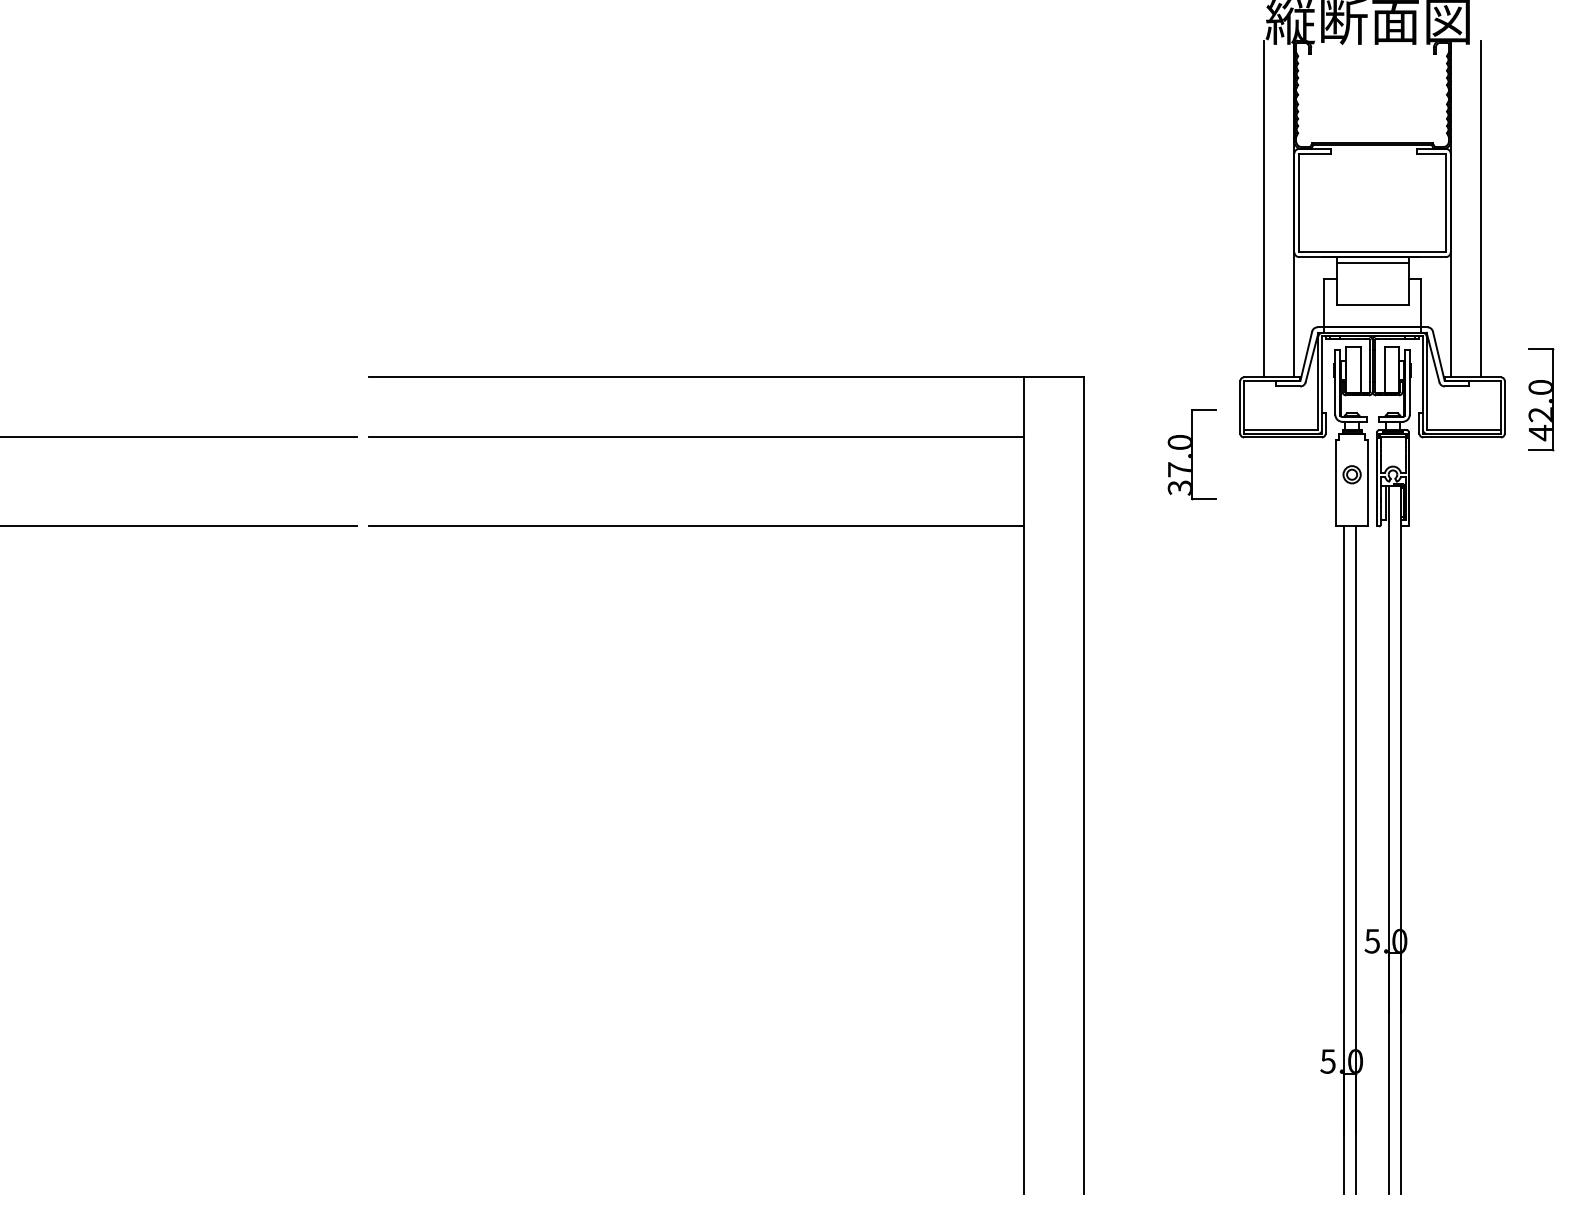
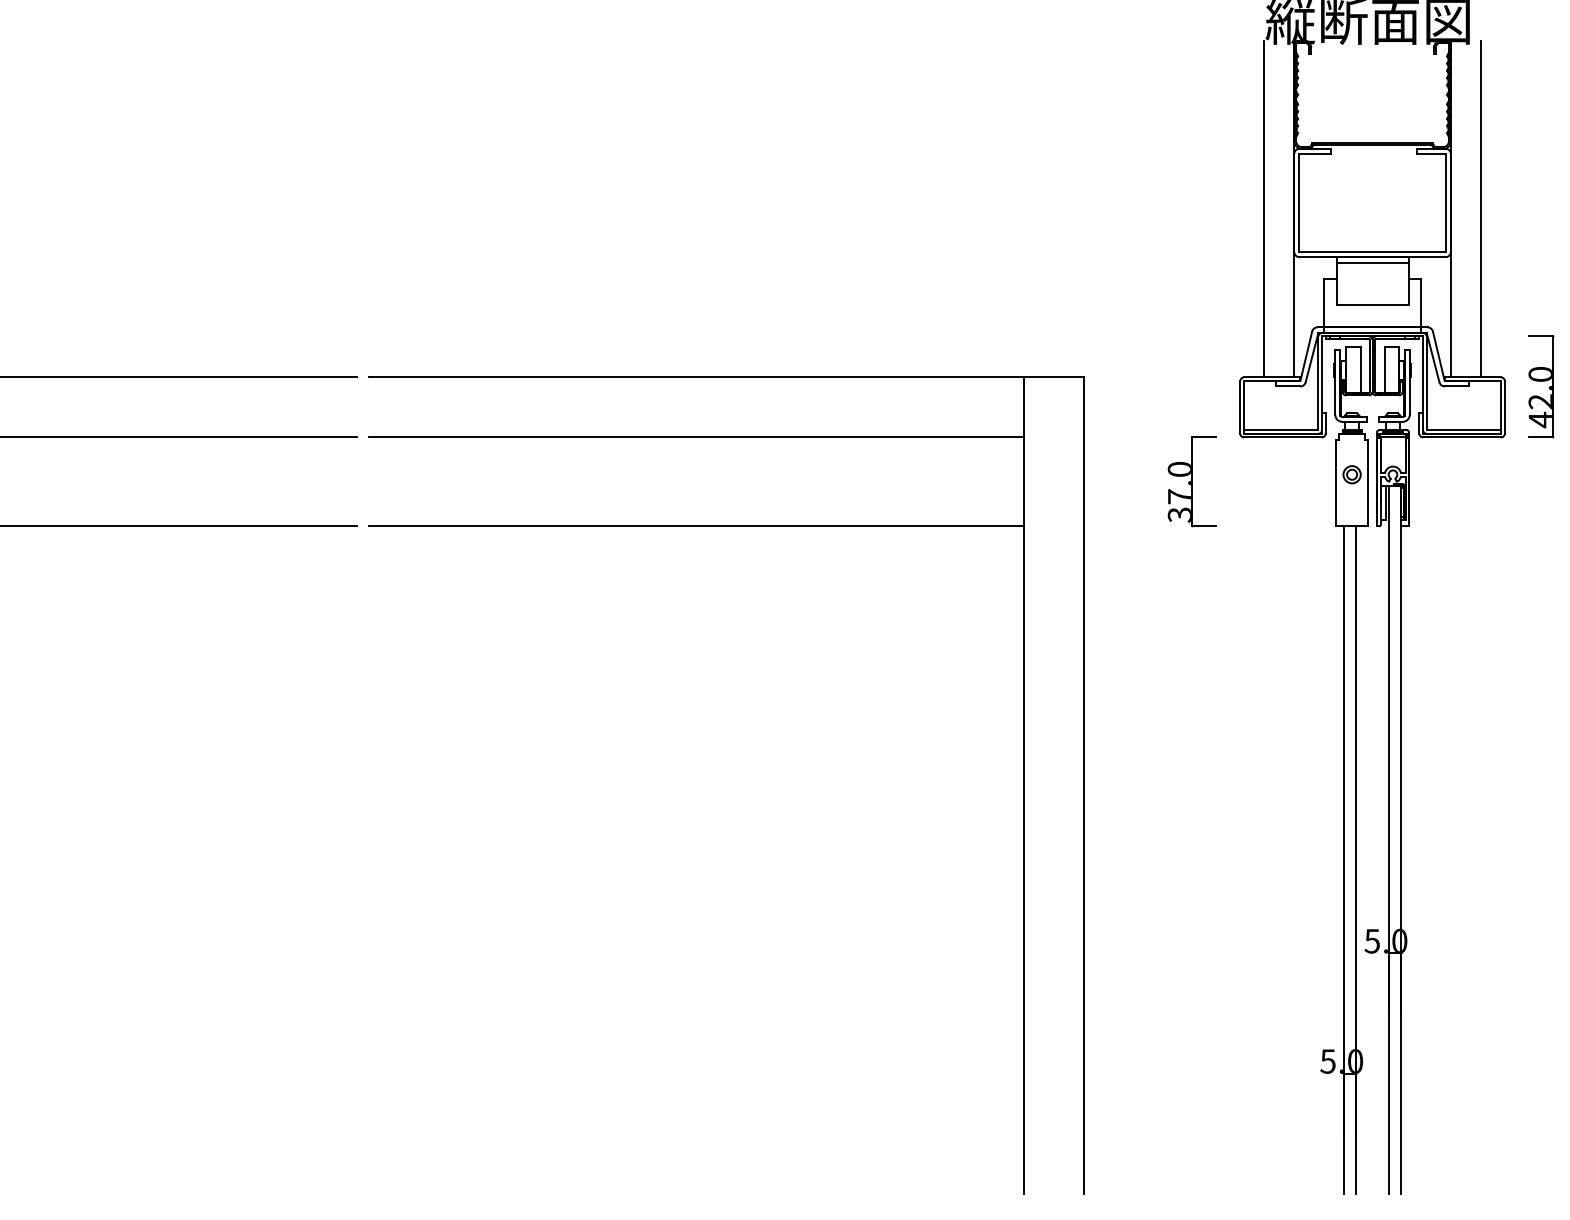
line at (179, 377): none -> present
part at (1541, 399) position: (1541, 399) -> (1541, 386)
part at (1191, 454) position: (1191, 454) -> (1191, 481)
